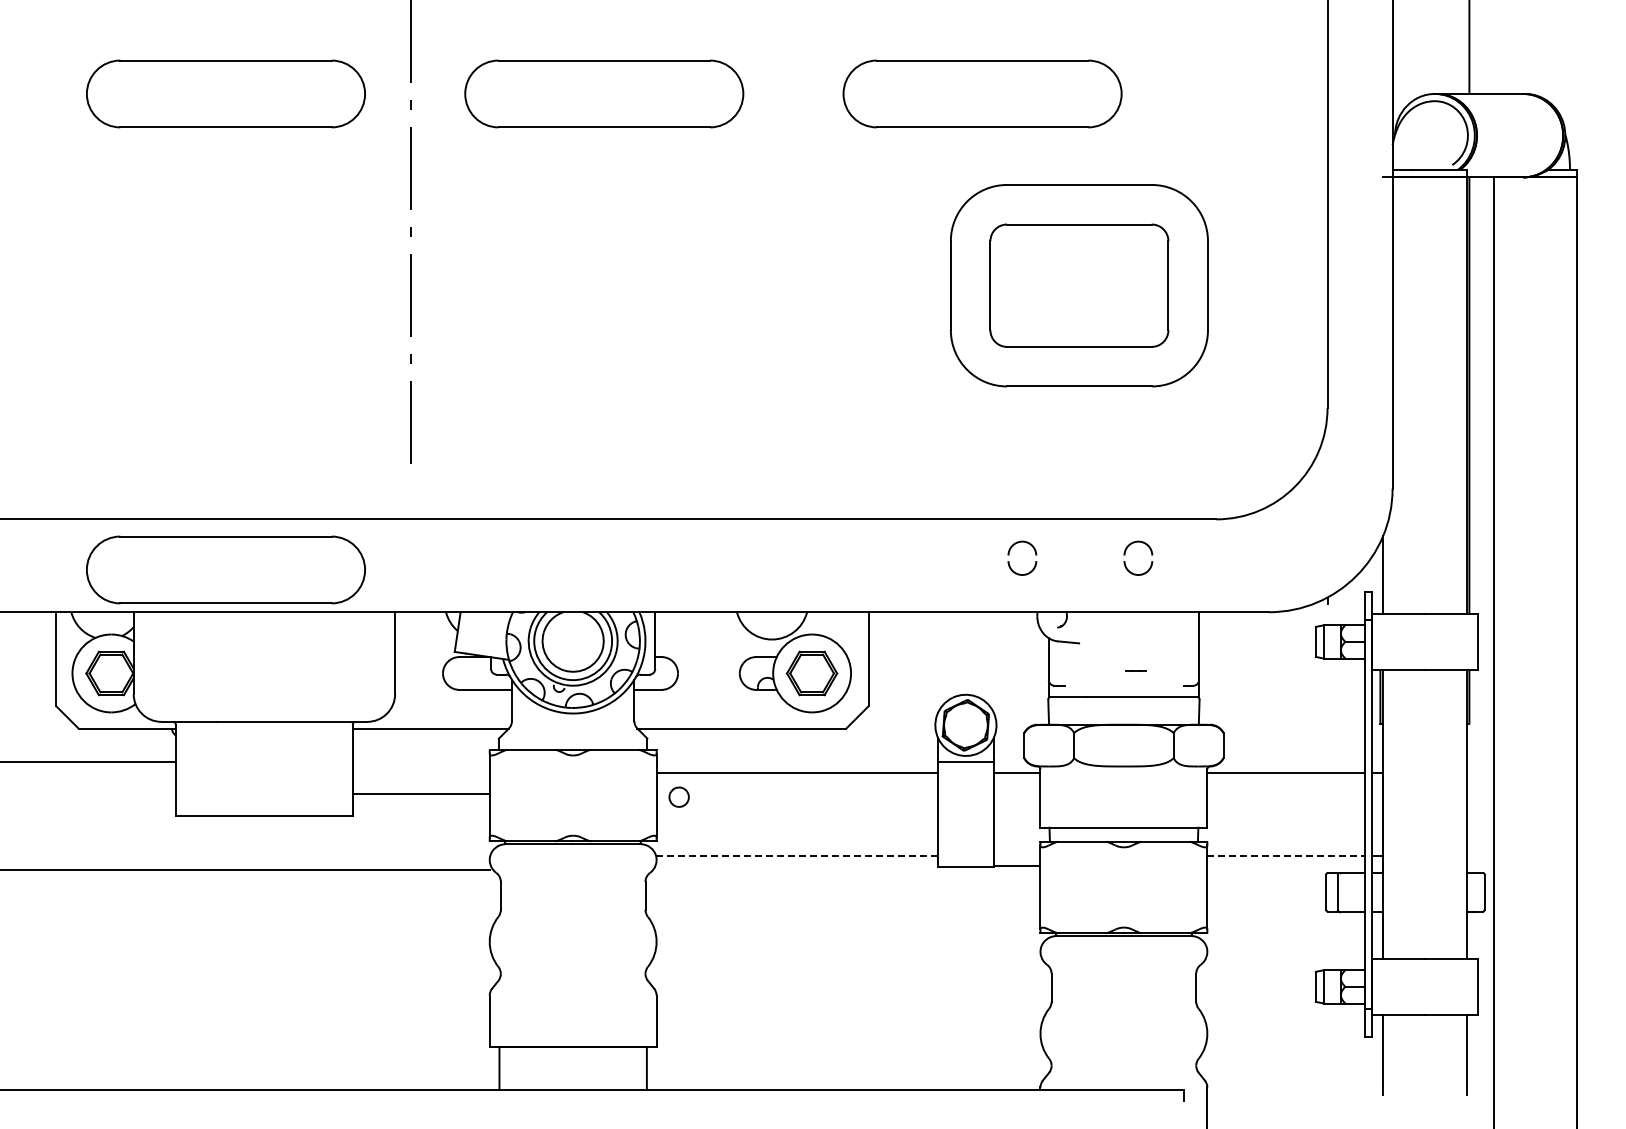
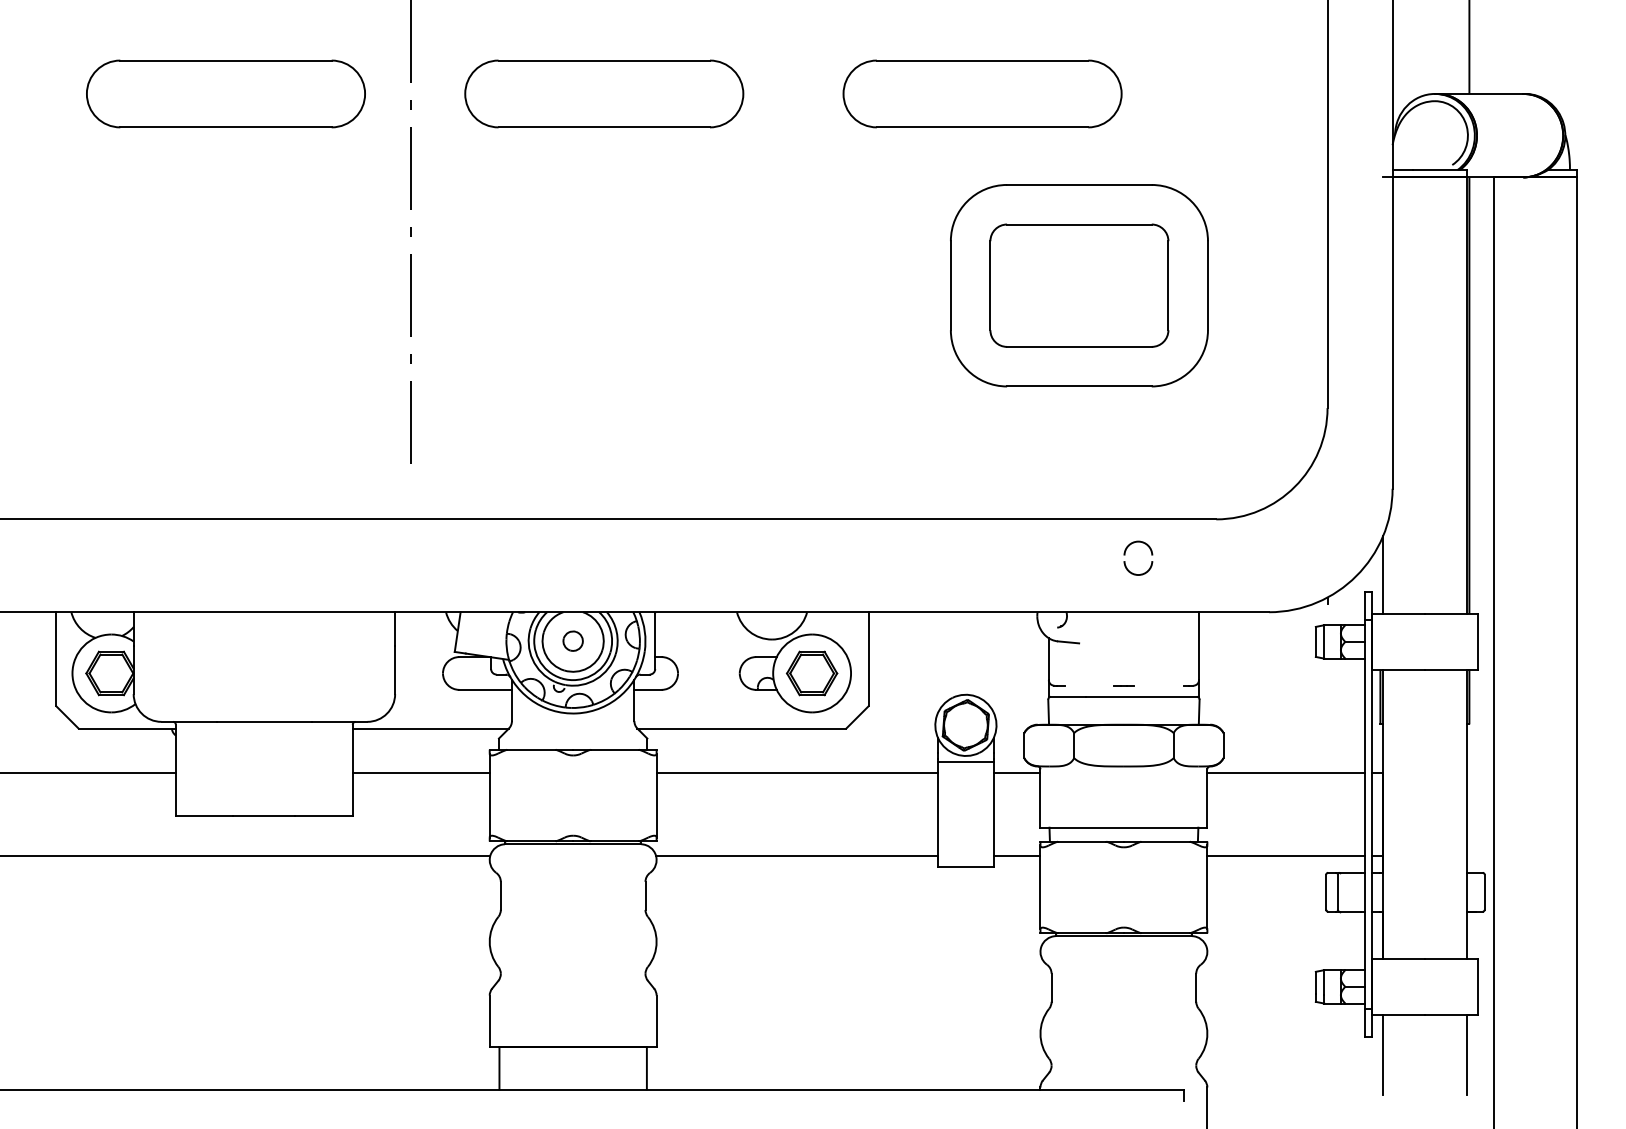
part at (1009, 555): present -> none
part at (225, 569): present -> none
line at (1135, 670) position: (1135, 670) -> (1123, 685)
line at (88, 761) position: (88, 761) -> (88, 772)
line at (420, 793) position: (420, 793) -> (420, 772)
part at (678, 796) position: (678, 796) -> (572, 640)
line at (797, 856): dashed -> solid
line at (1286, 856): dashed -> solid
line at (1016, 866) position: (1016, 866) -> (1016, 856)
line at (246, 870) position: (246, 870) -> (246, 856)
